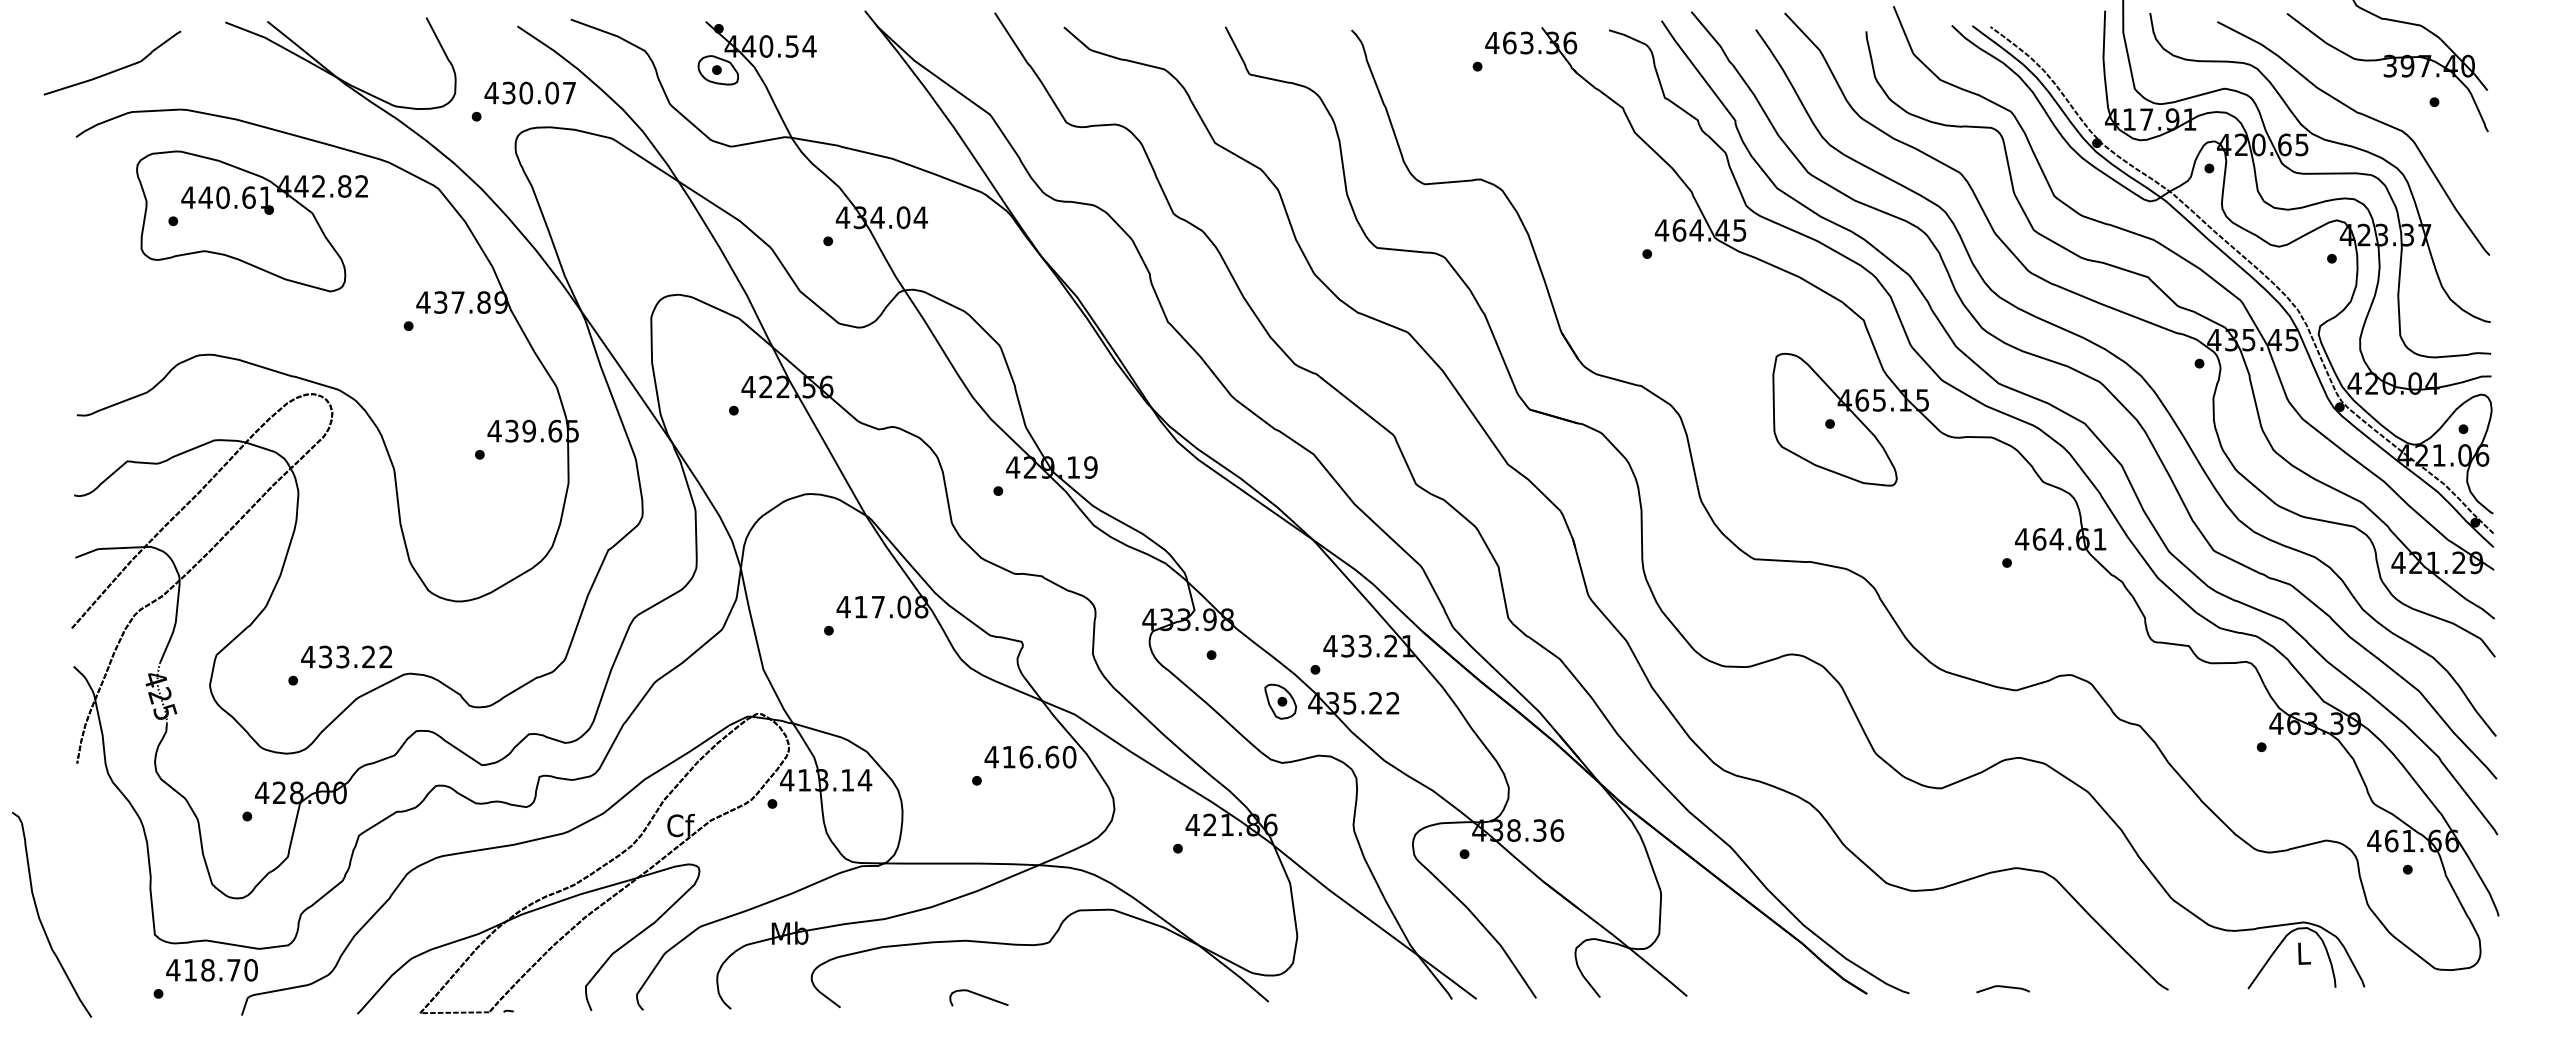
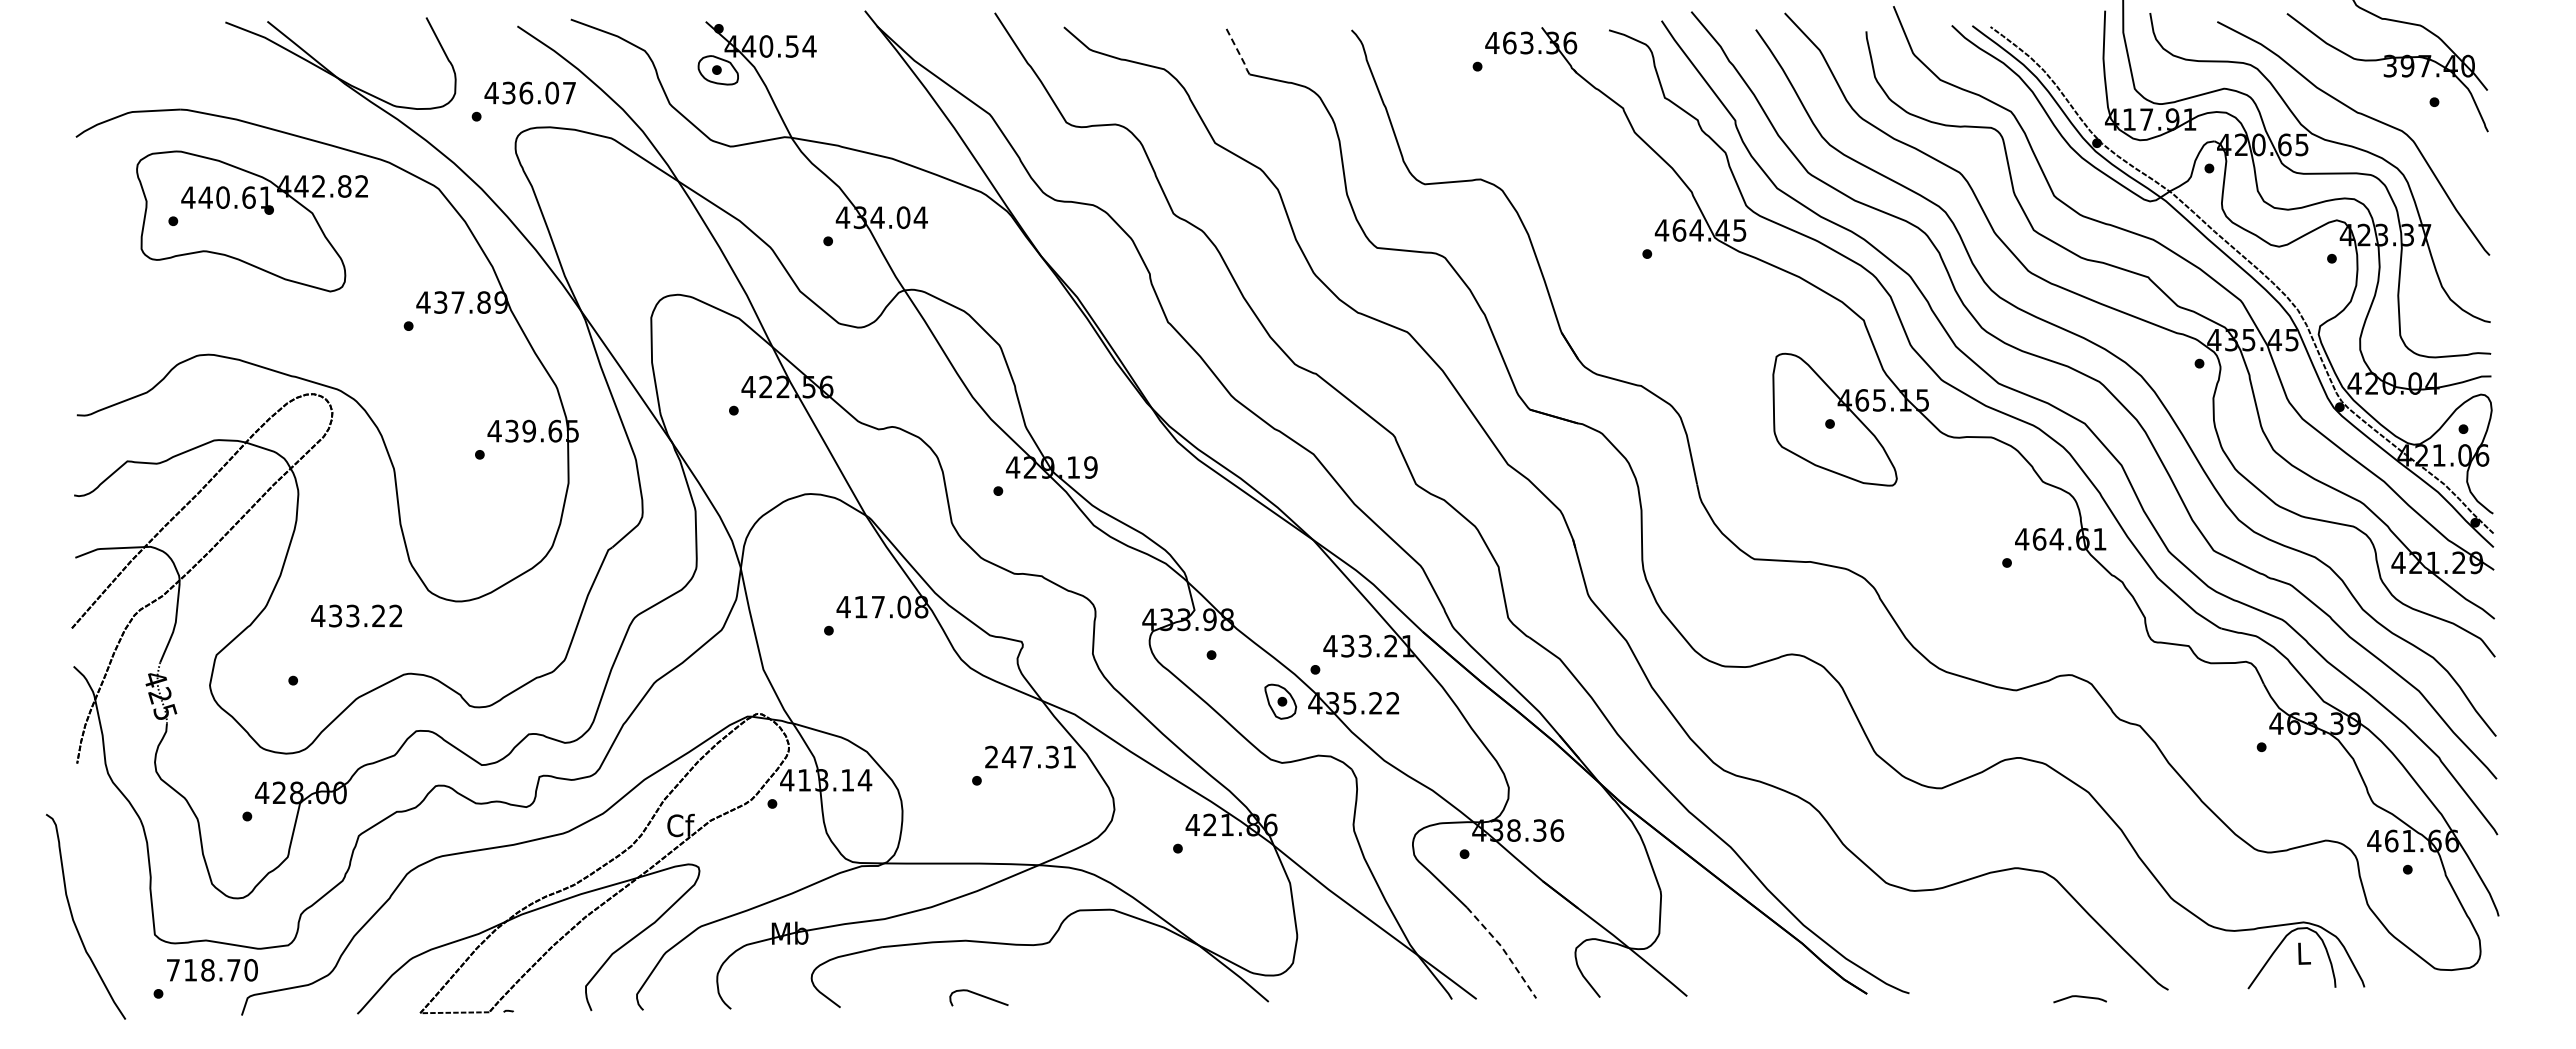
line at (1238, 52): solid -> dashed
curve at (116, 69): present -> none
text at (526, 92): 430.07 -> 436.07
text at (346, 656) position: (346, 656) -> (356, 615)
text at (1030, 756): 416.60 -> 247.31
curve at (41, 920) position: (41, 920) -> (75, 922)
line at (1504, 950): solid -> dashed
text at (173, 970): 418.70 -> 718.70
curve at (2002, 987) position: (2002, 987) -> (2079, 997)
